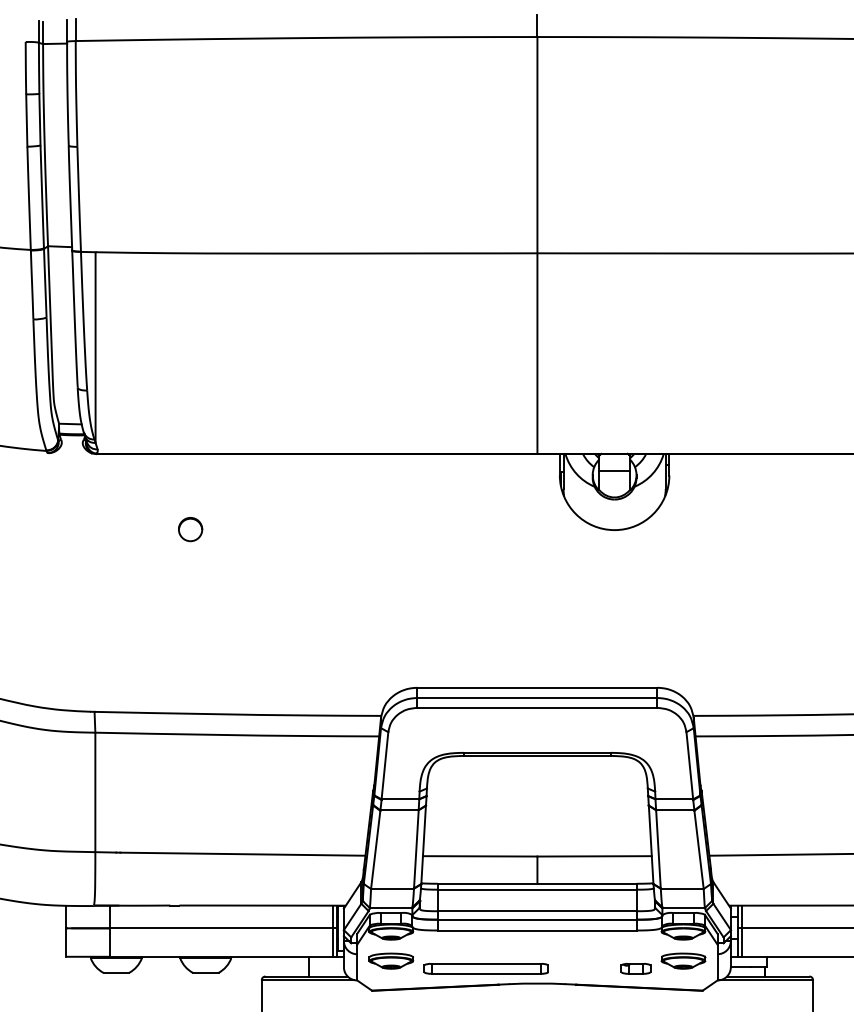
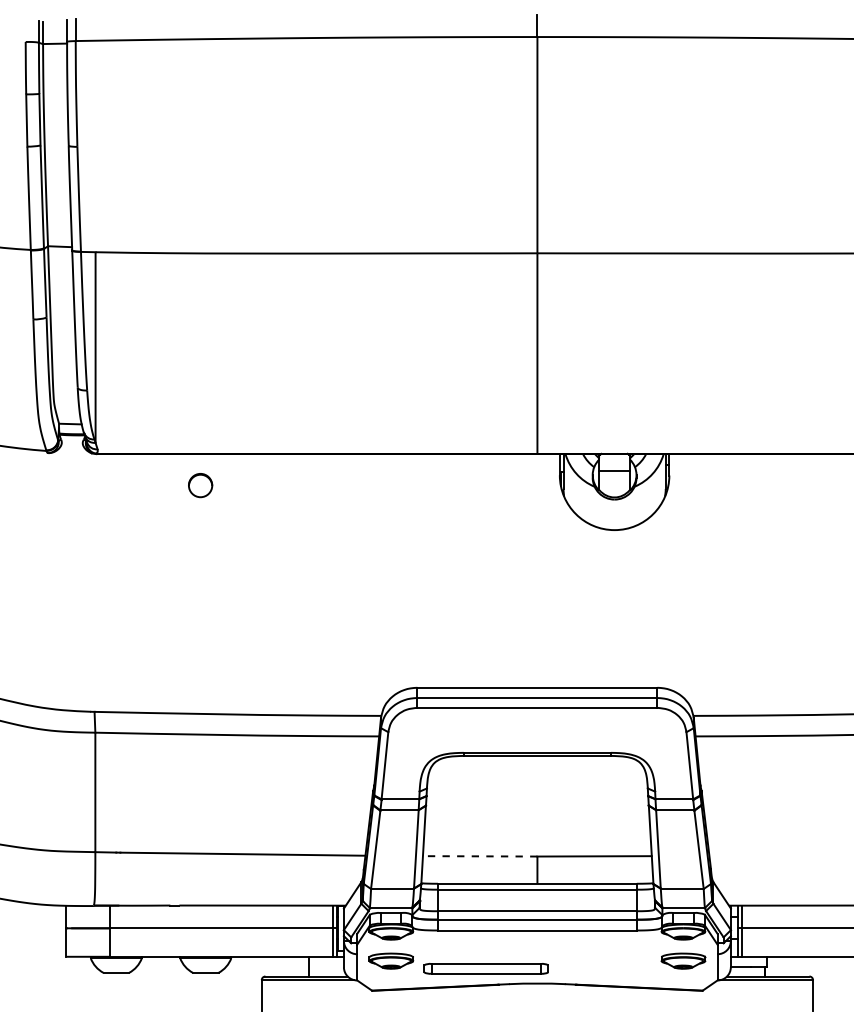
circle at (190, 529) position: (190, 529) -> (200, 485)
line at (779, 854): present -> none
line at (479, 856): solid -> dashed
part at (635, 968): present -> none
